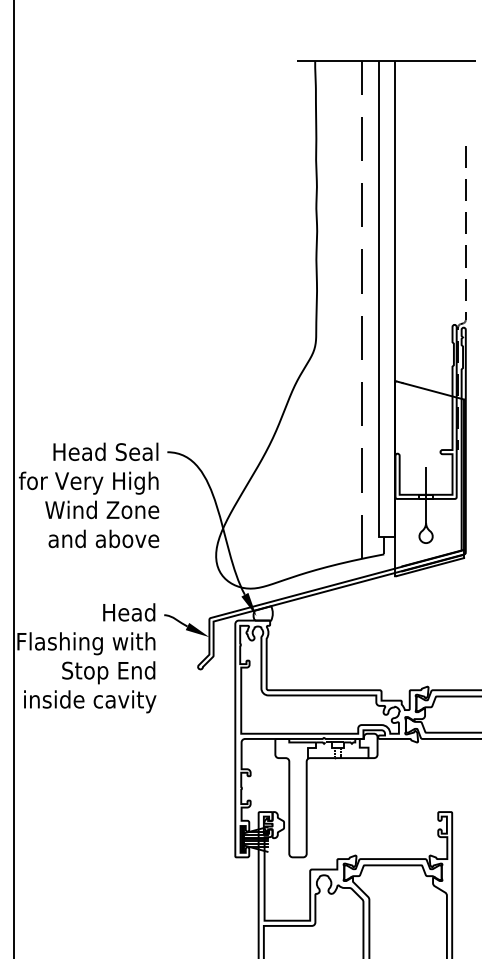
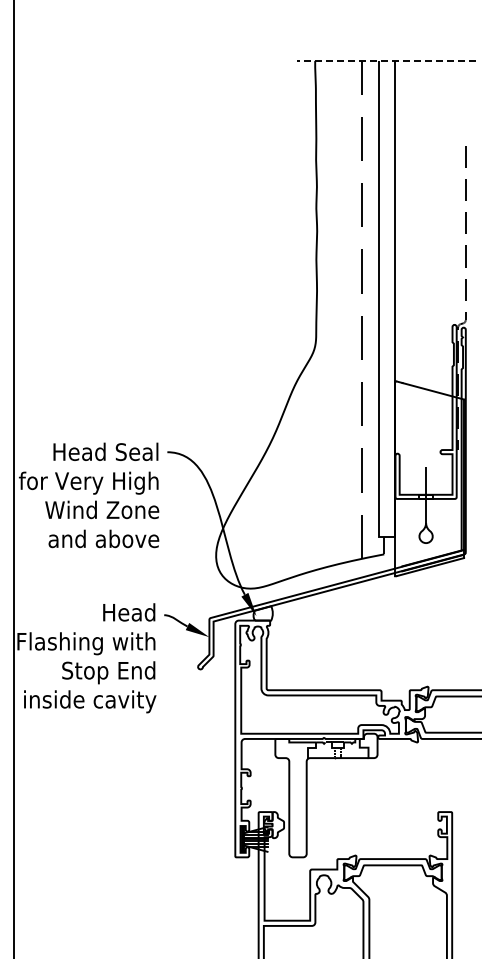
line at (386, 60): solid -> dashed
